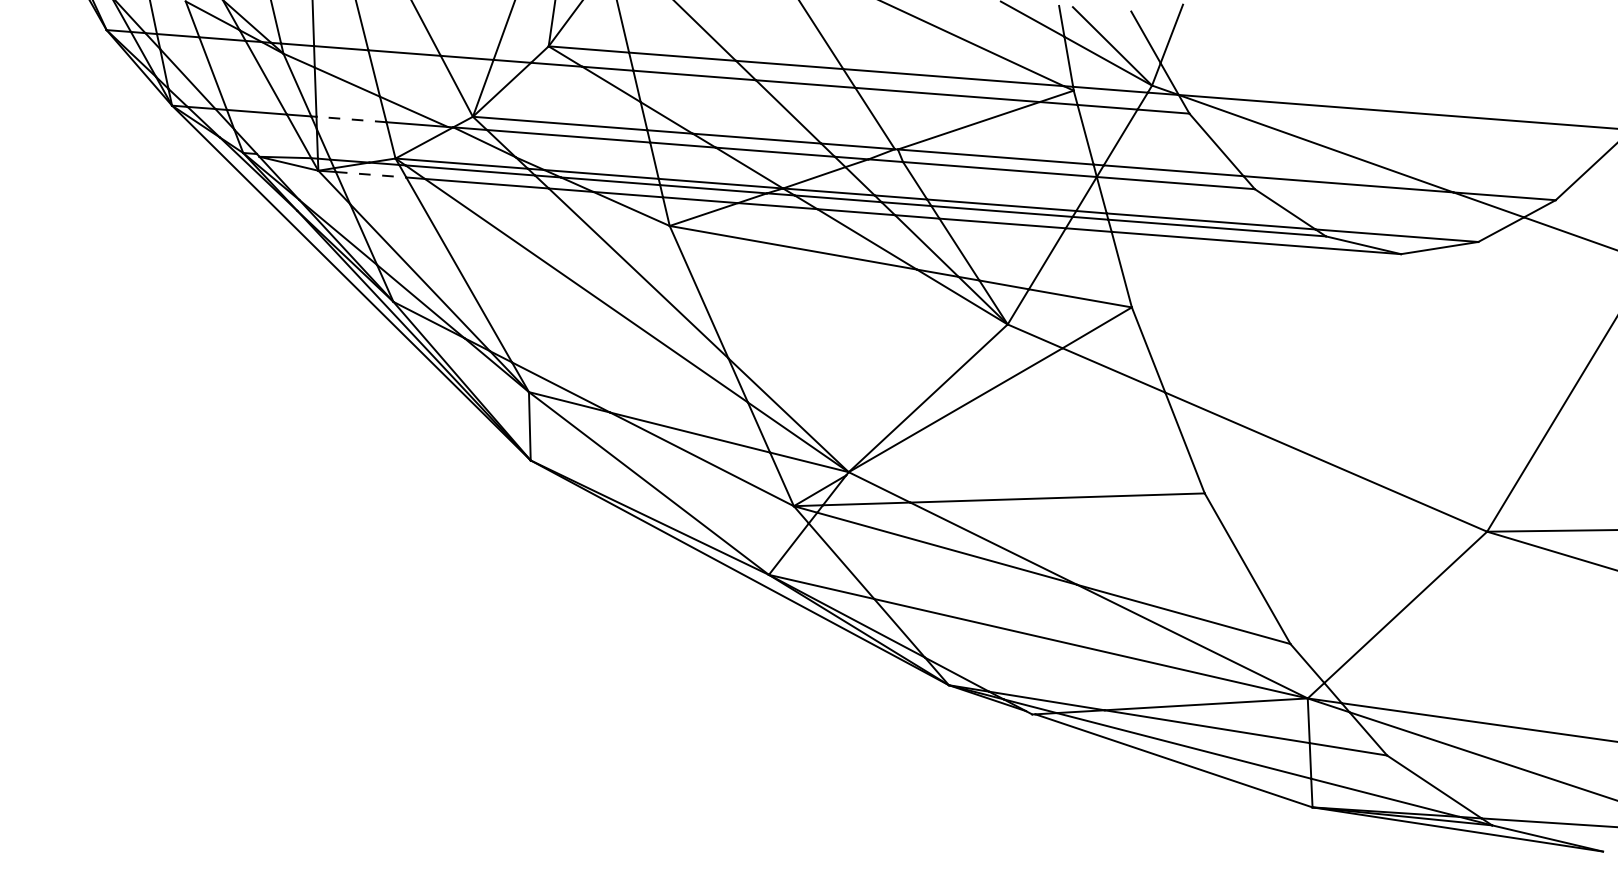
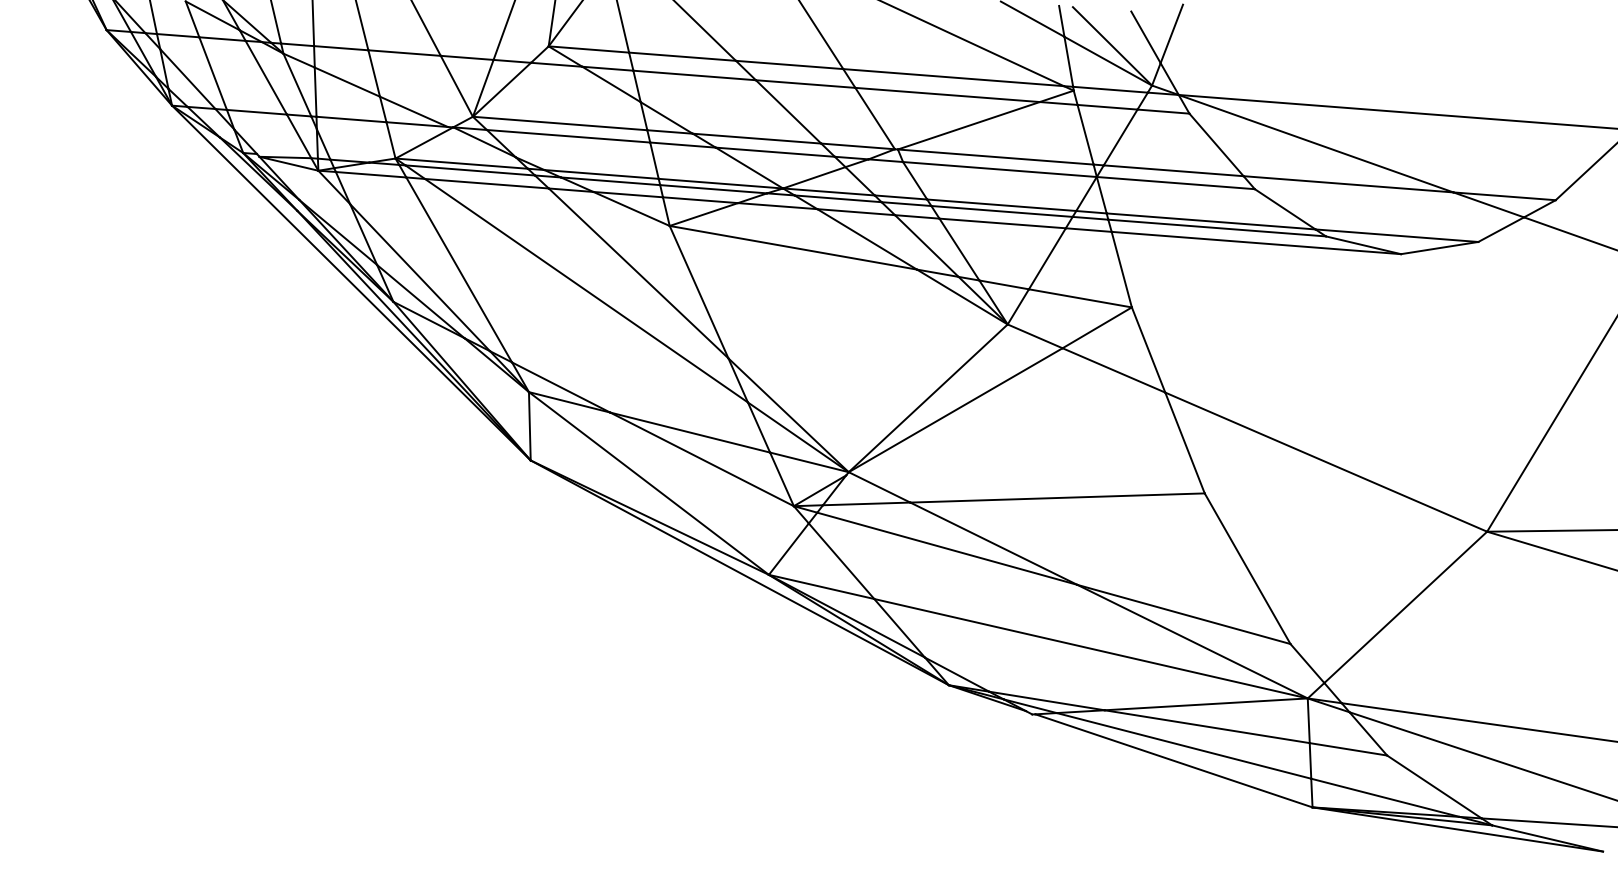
line at (351, 119): dashed -> solid
line at (371, 174): dashed -> solid
